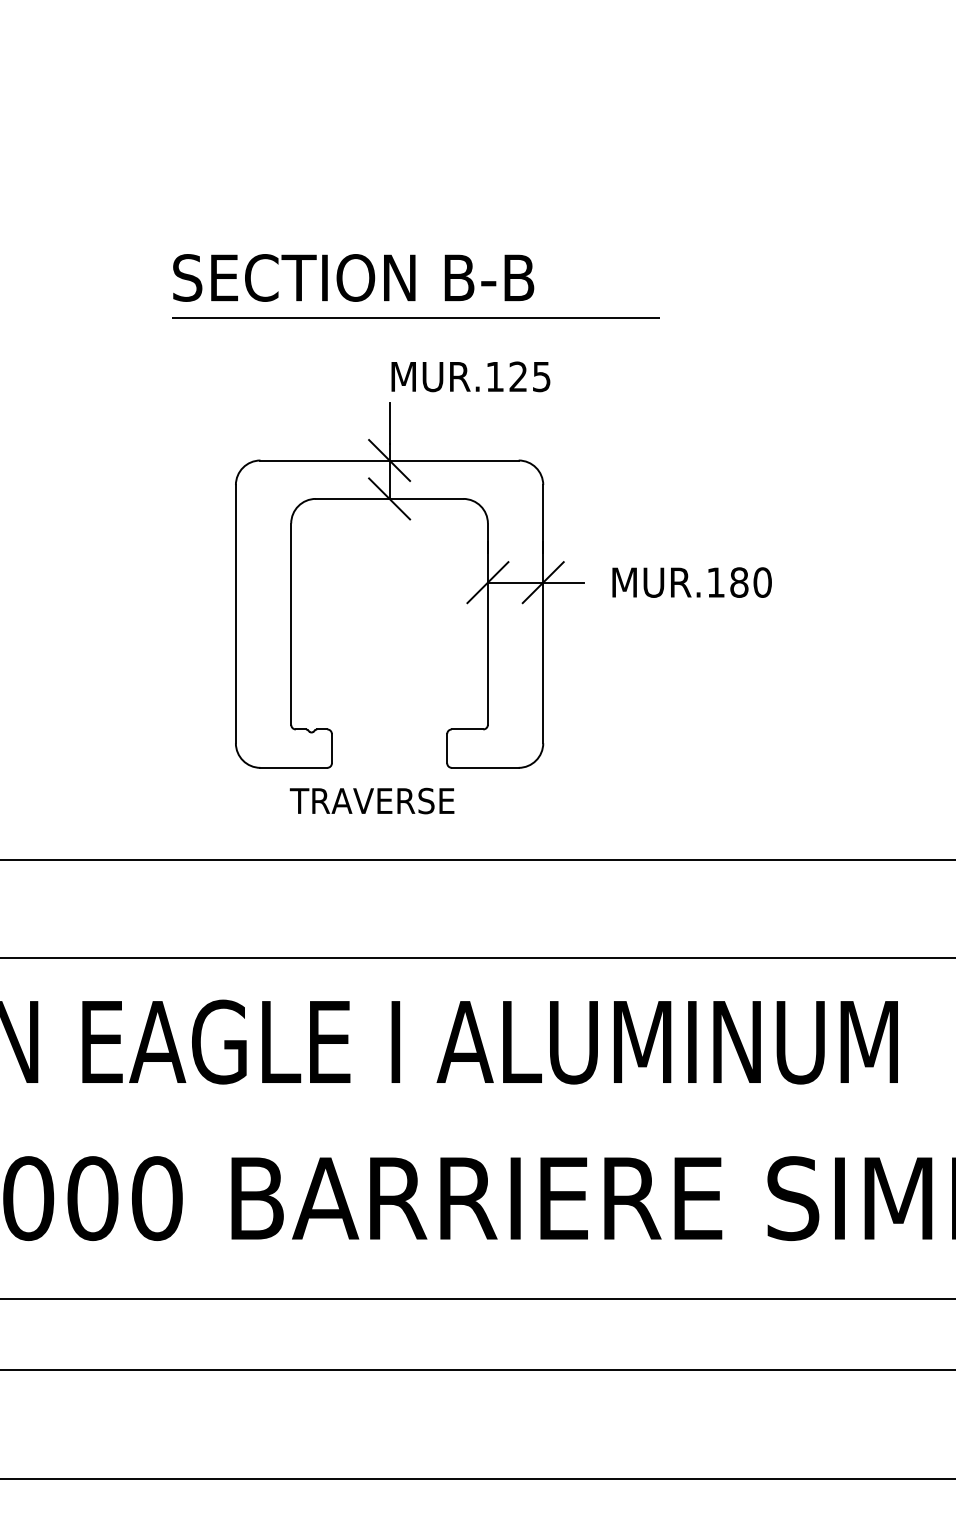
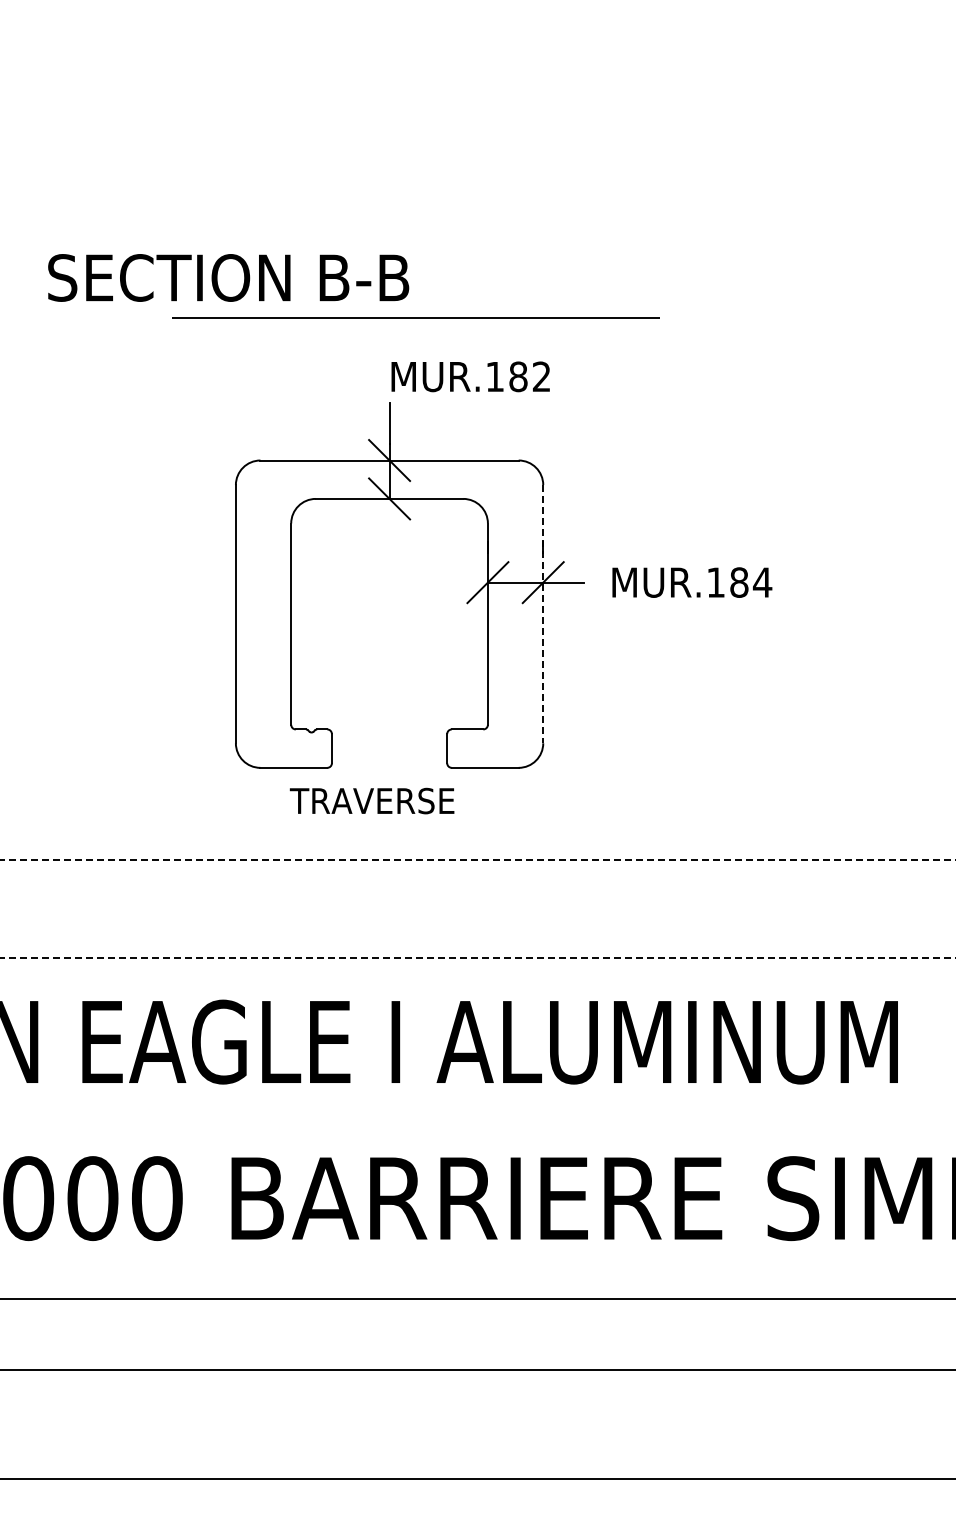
text at (353, 277) position: (353, 277) -> (228, 277)
text at (529, 376): MUR.125 -> MUR.182
text at (762, 582): MUR.180 -> MUR.184
line at (543, 614): solid -> dashed
line at (477, 859): solid -> dashed
line at (477, 958): solid -> dashed
